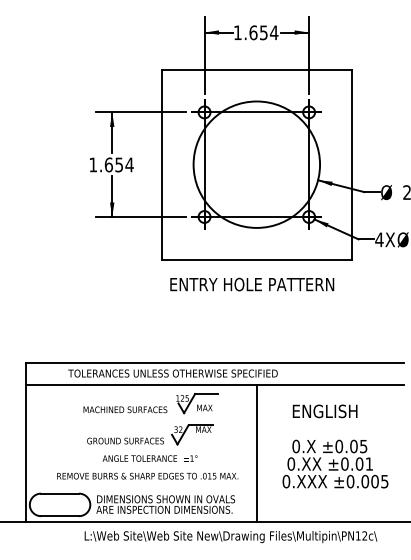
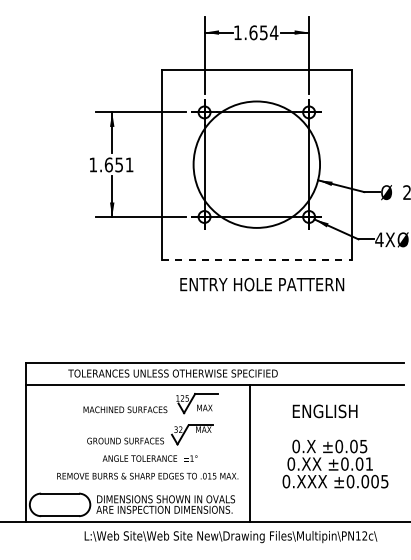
text at (129, 164): 1.654 -> 1.651
line at (256, 259): solid -> dashed
text at (252, 284) position: (252, 284) -> (262, 284)
line at (256, 453) position: (256, 453) -> (249, 453)
